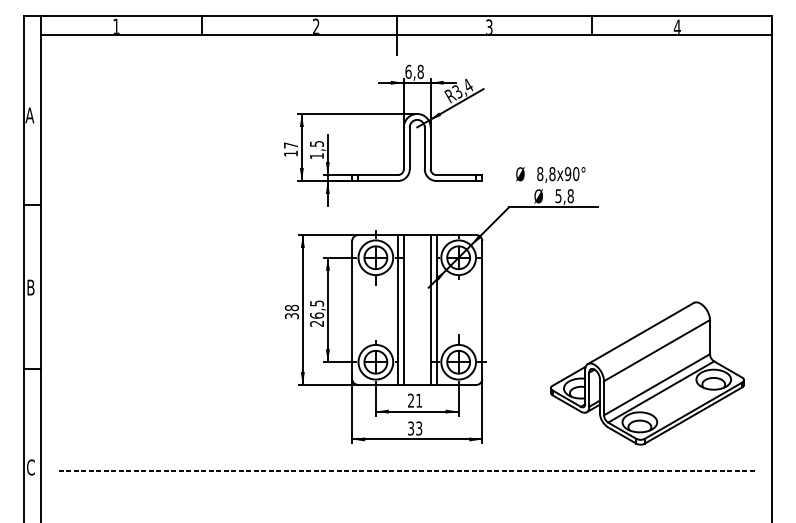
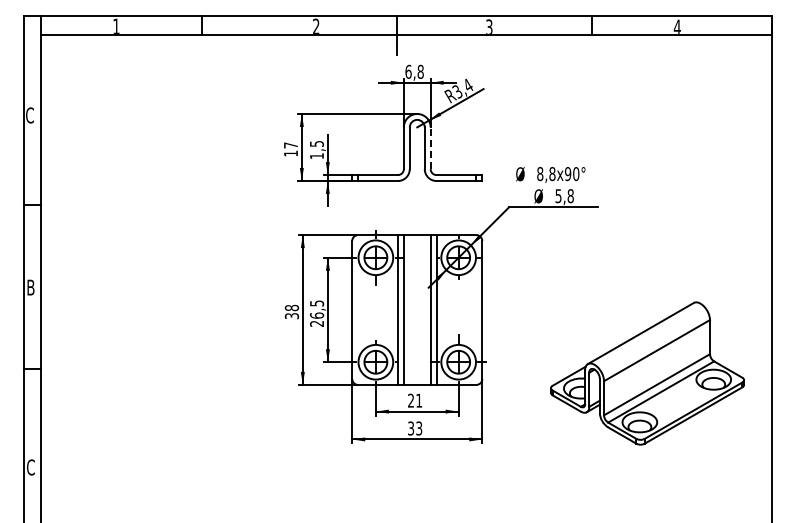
text at (29, 115): A -> C
line at (430, 148): solid -> dashed
line at (406, 470): present -> none
